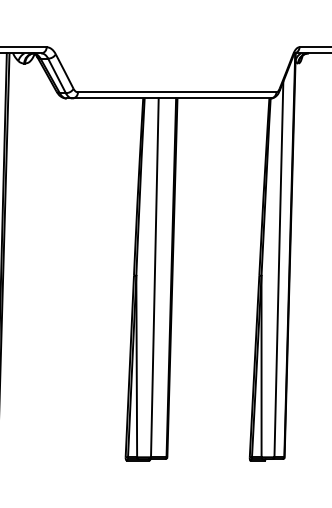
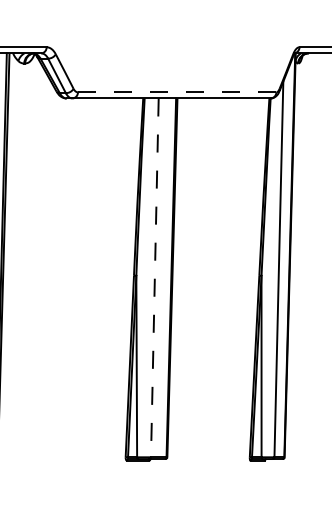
line at (177, 92): solid -> dashed
line at (154, 278): solid -> dashed
